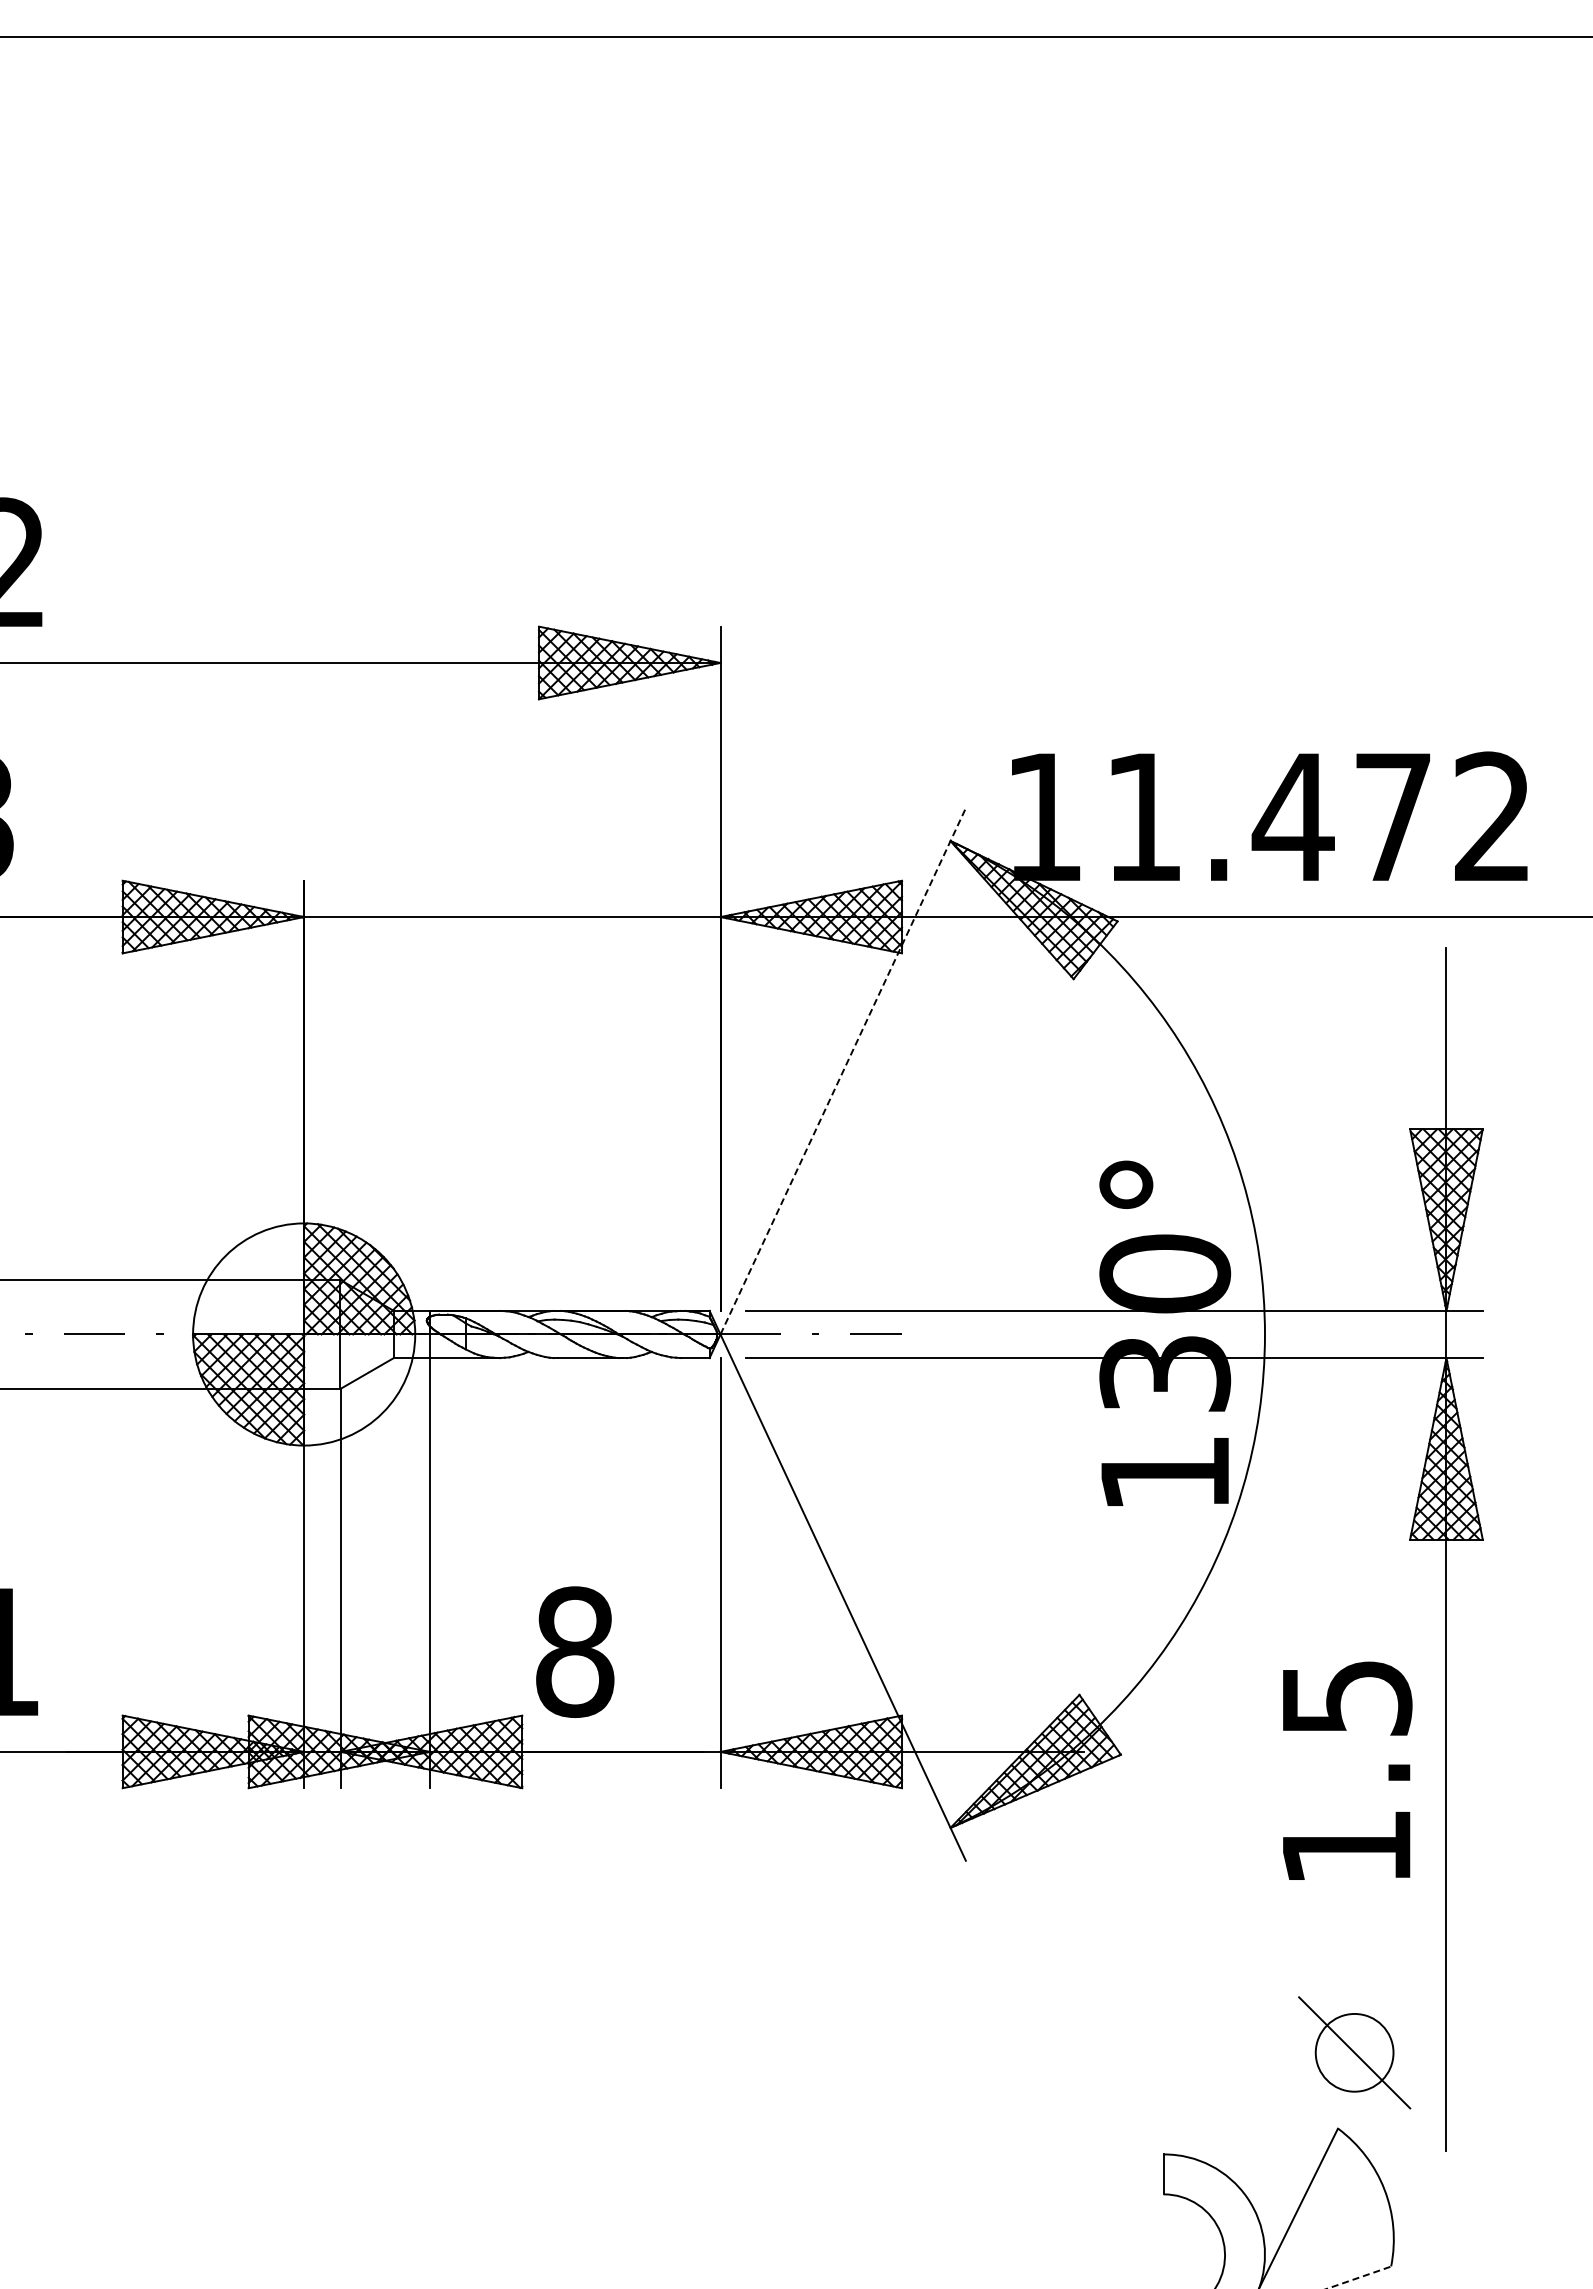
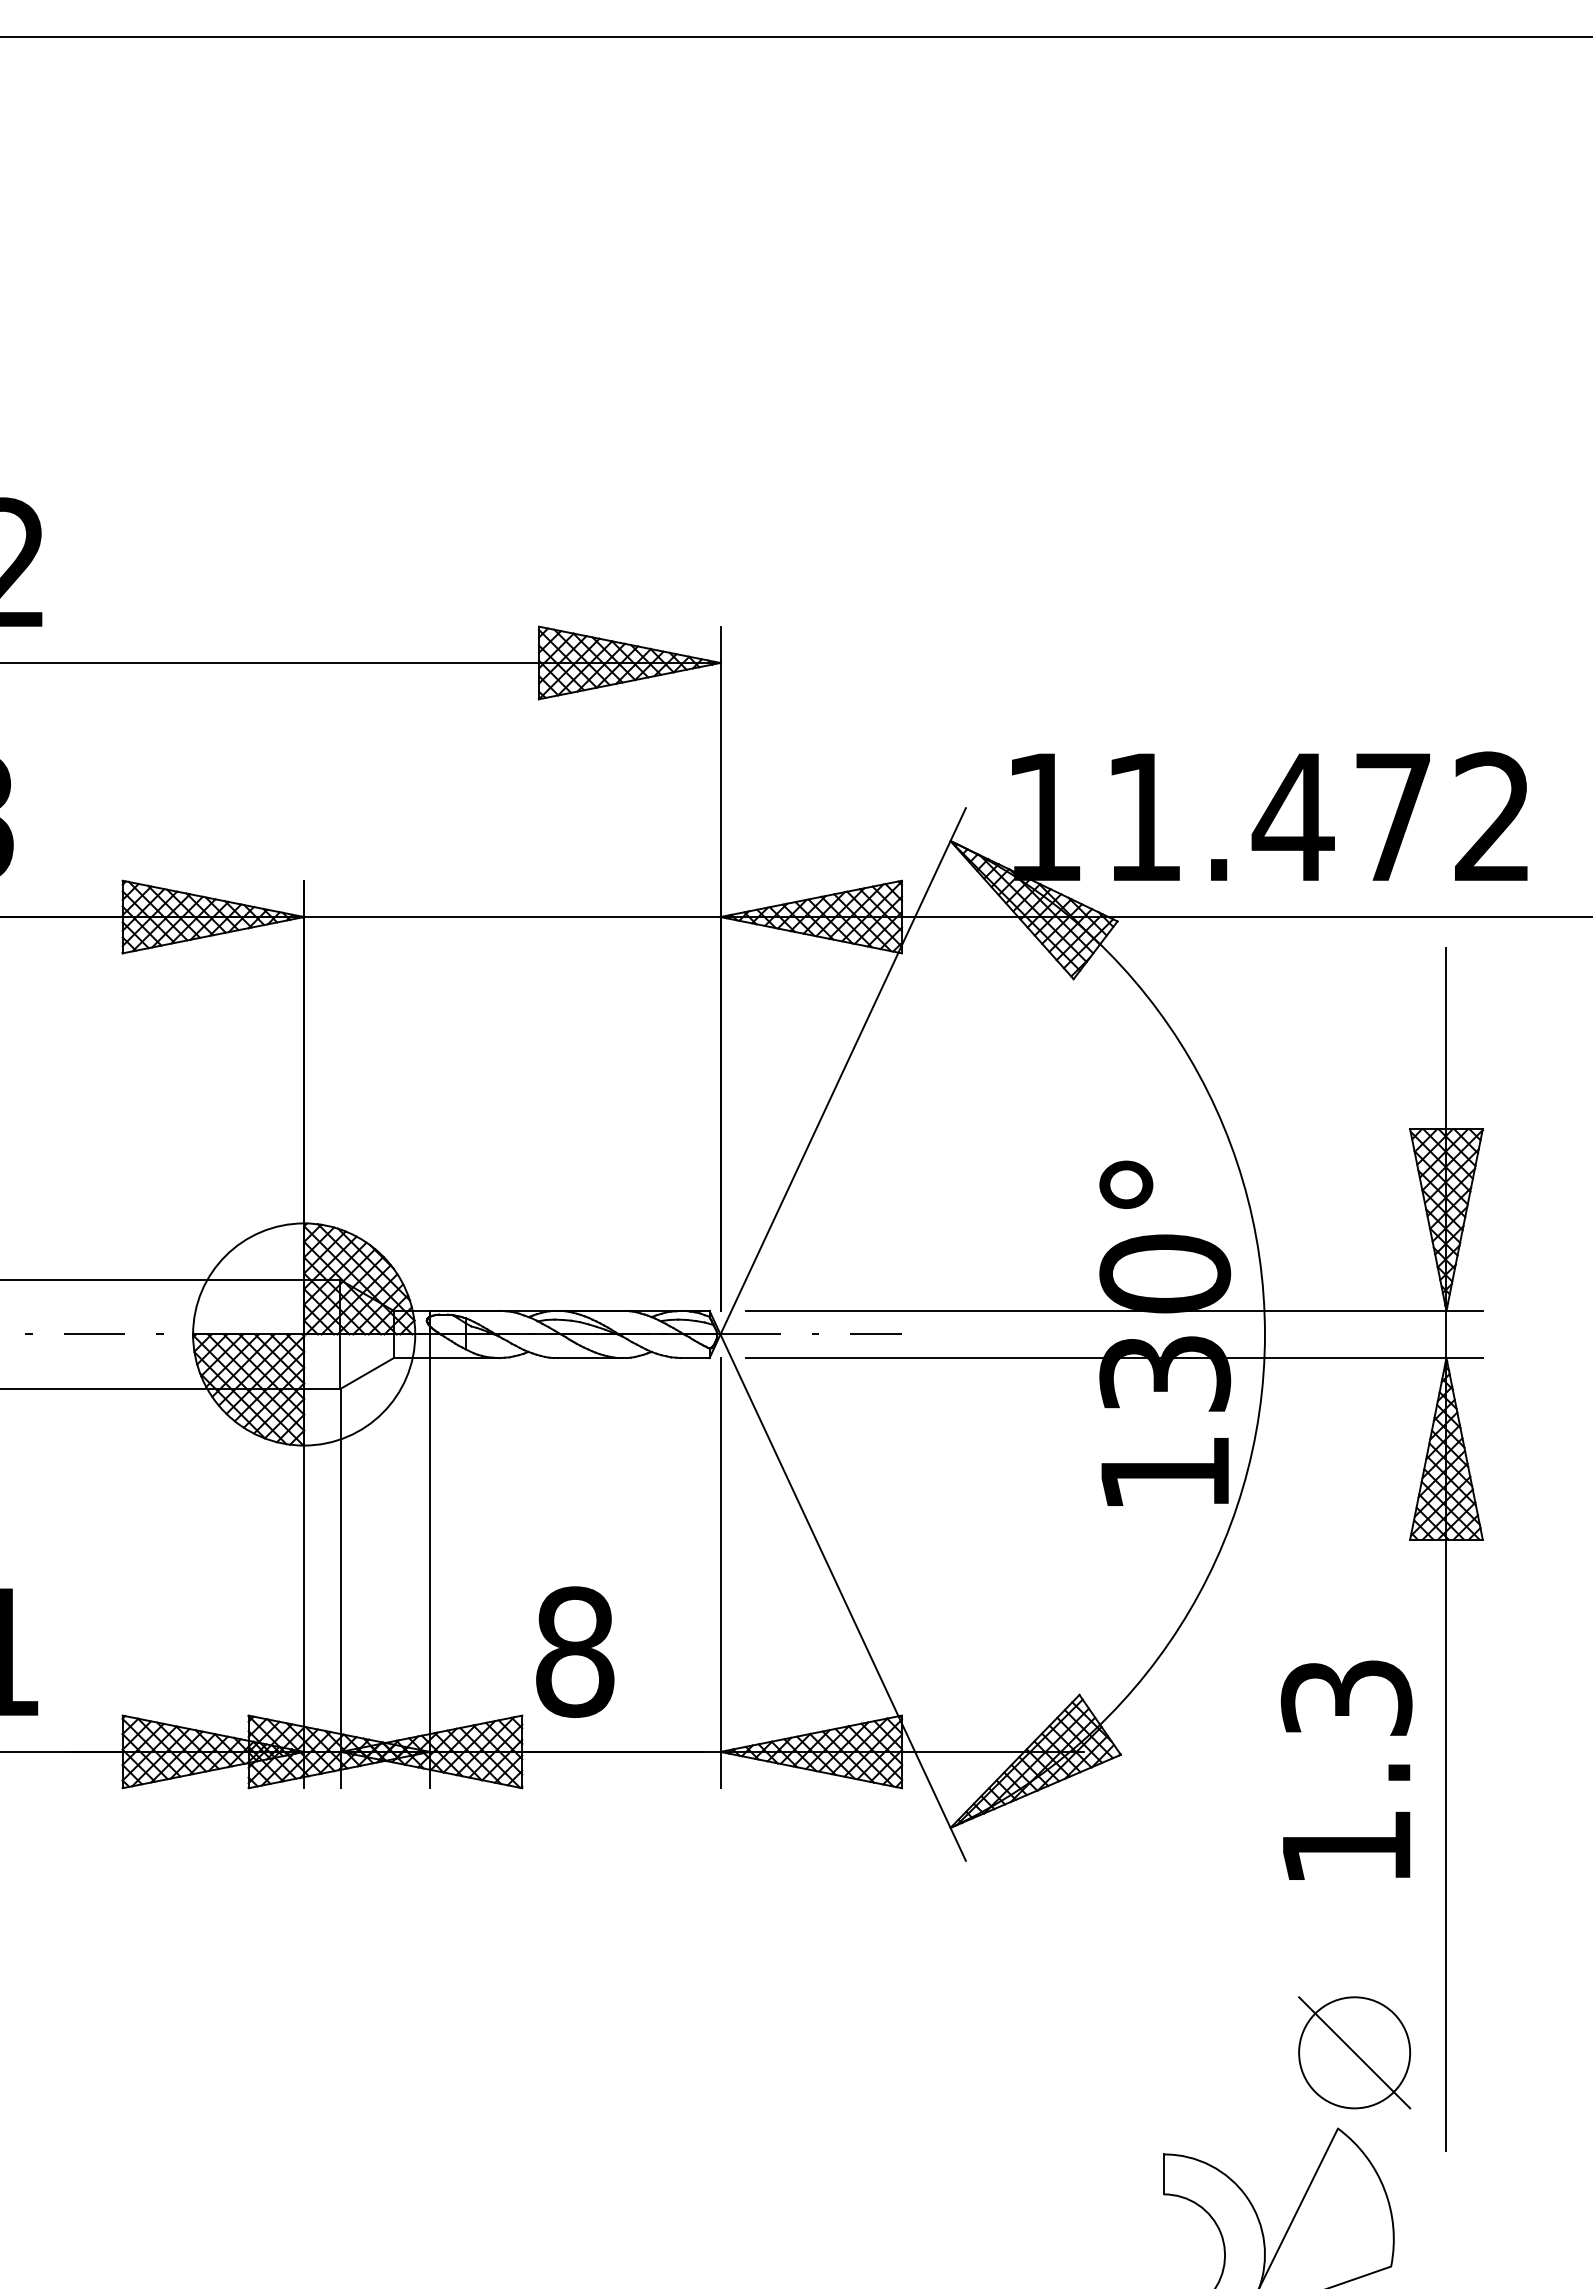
line at (843, 1070): dashed -> solid
text at (1346, 1697): 1.5 -> 1.3
circle at (1354, 2052) diameter: 78 px -> 111 px
line at (1358, 2277): dashed -> solid
